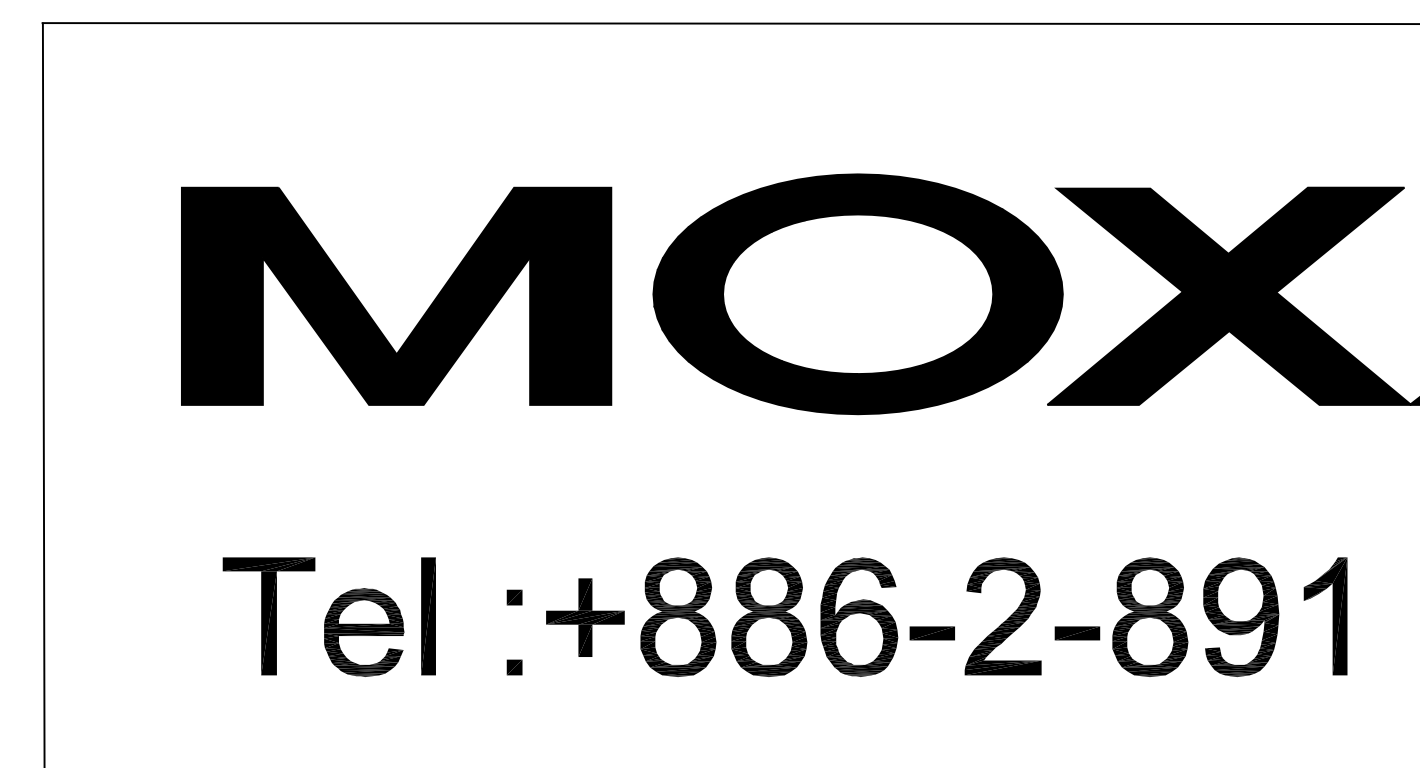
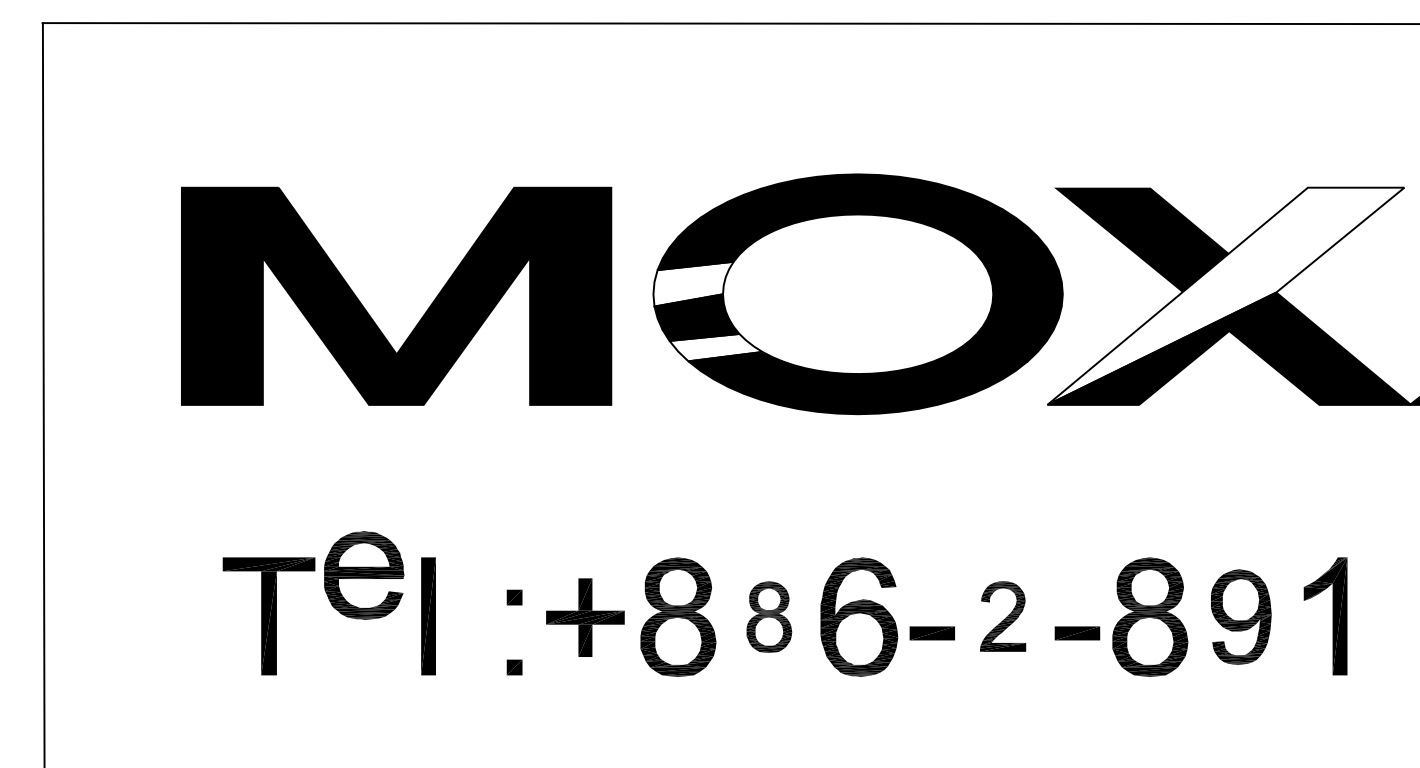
fill at (693, 283): present -> none
fill at (1225, 295): present -> none
fill at (715, 347): present -> none
part at (769, 616) size: 77x120 px -> 47x72 px
part at (1002, 616) size: 78x119 px -> 47x71 px
part at (1241, 616) size: 77x120 px -> 61x96 px
part at (364, 632) position: (364, 632) -> (364, 575)
